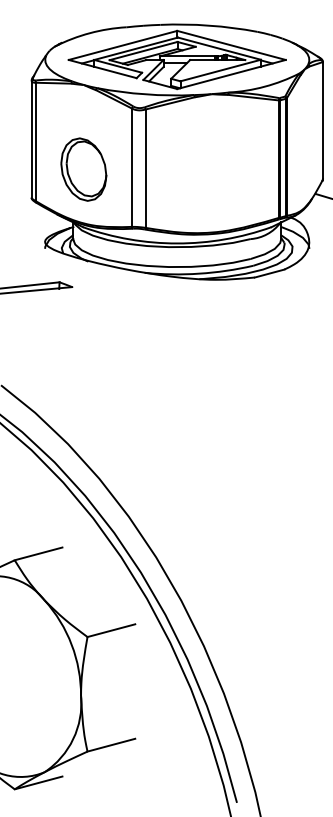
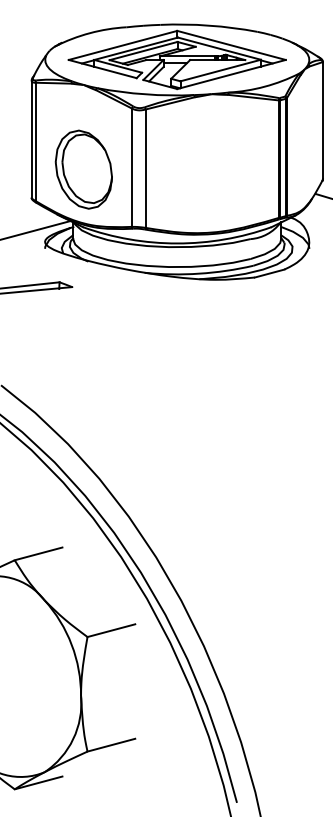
part at (83, 169) size: 48x65 px -> 59x81 px
line at (36, 230): none -> present
